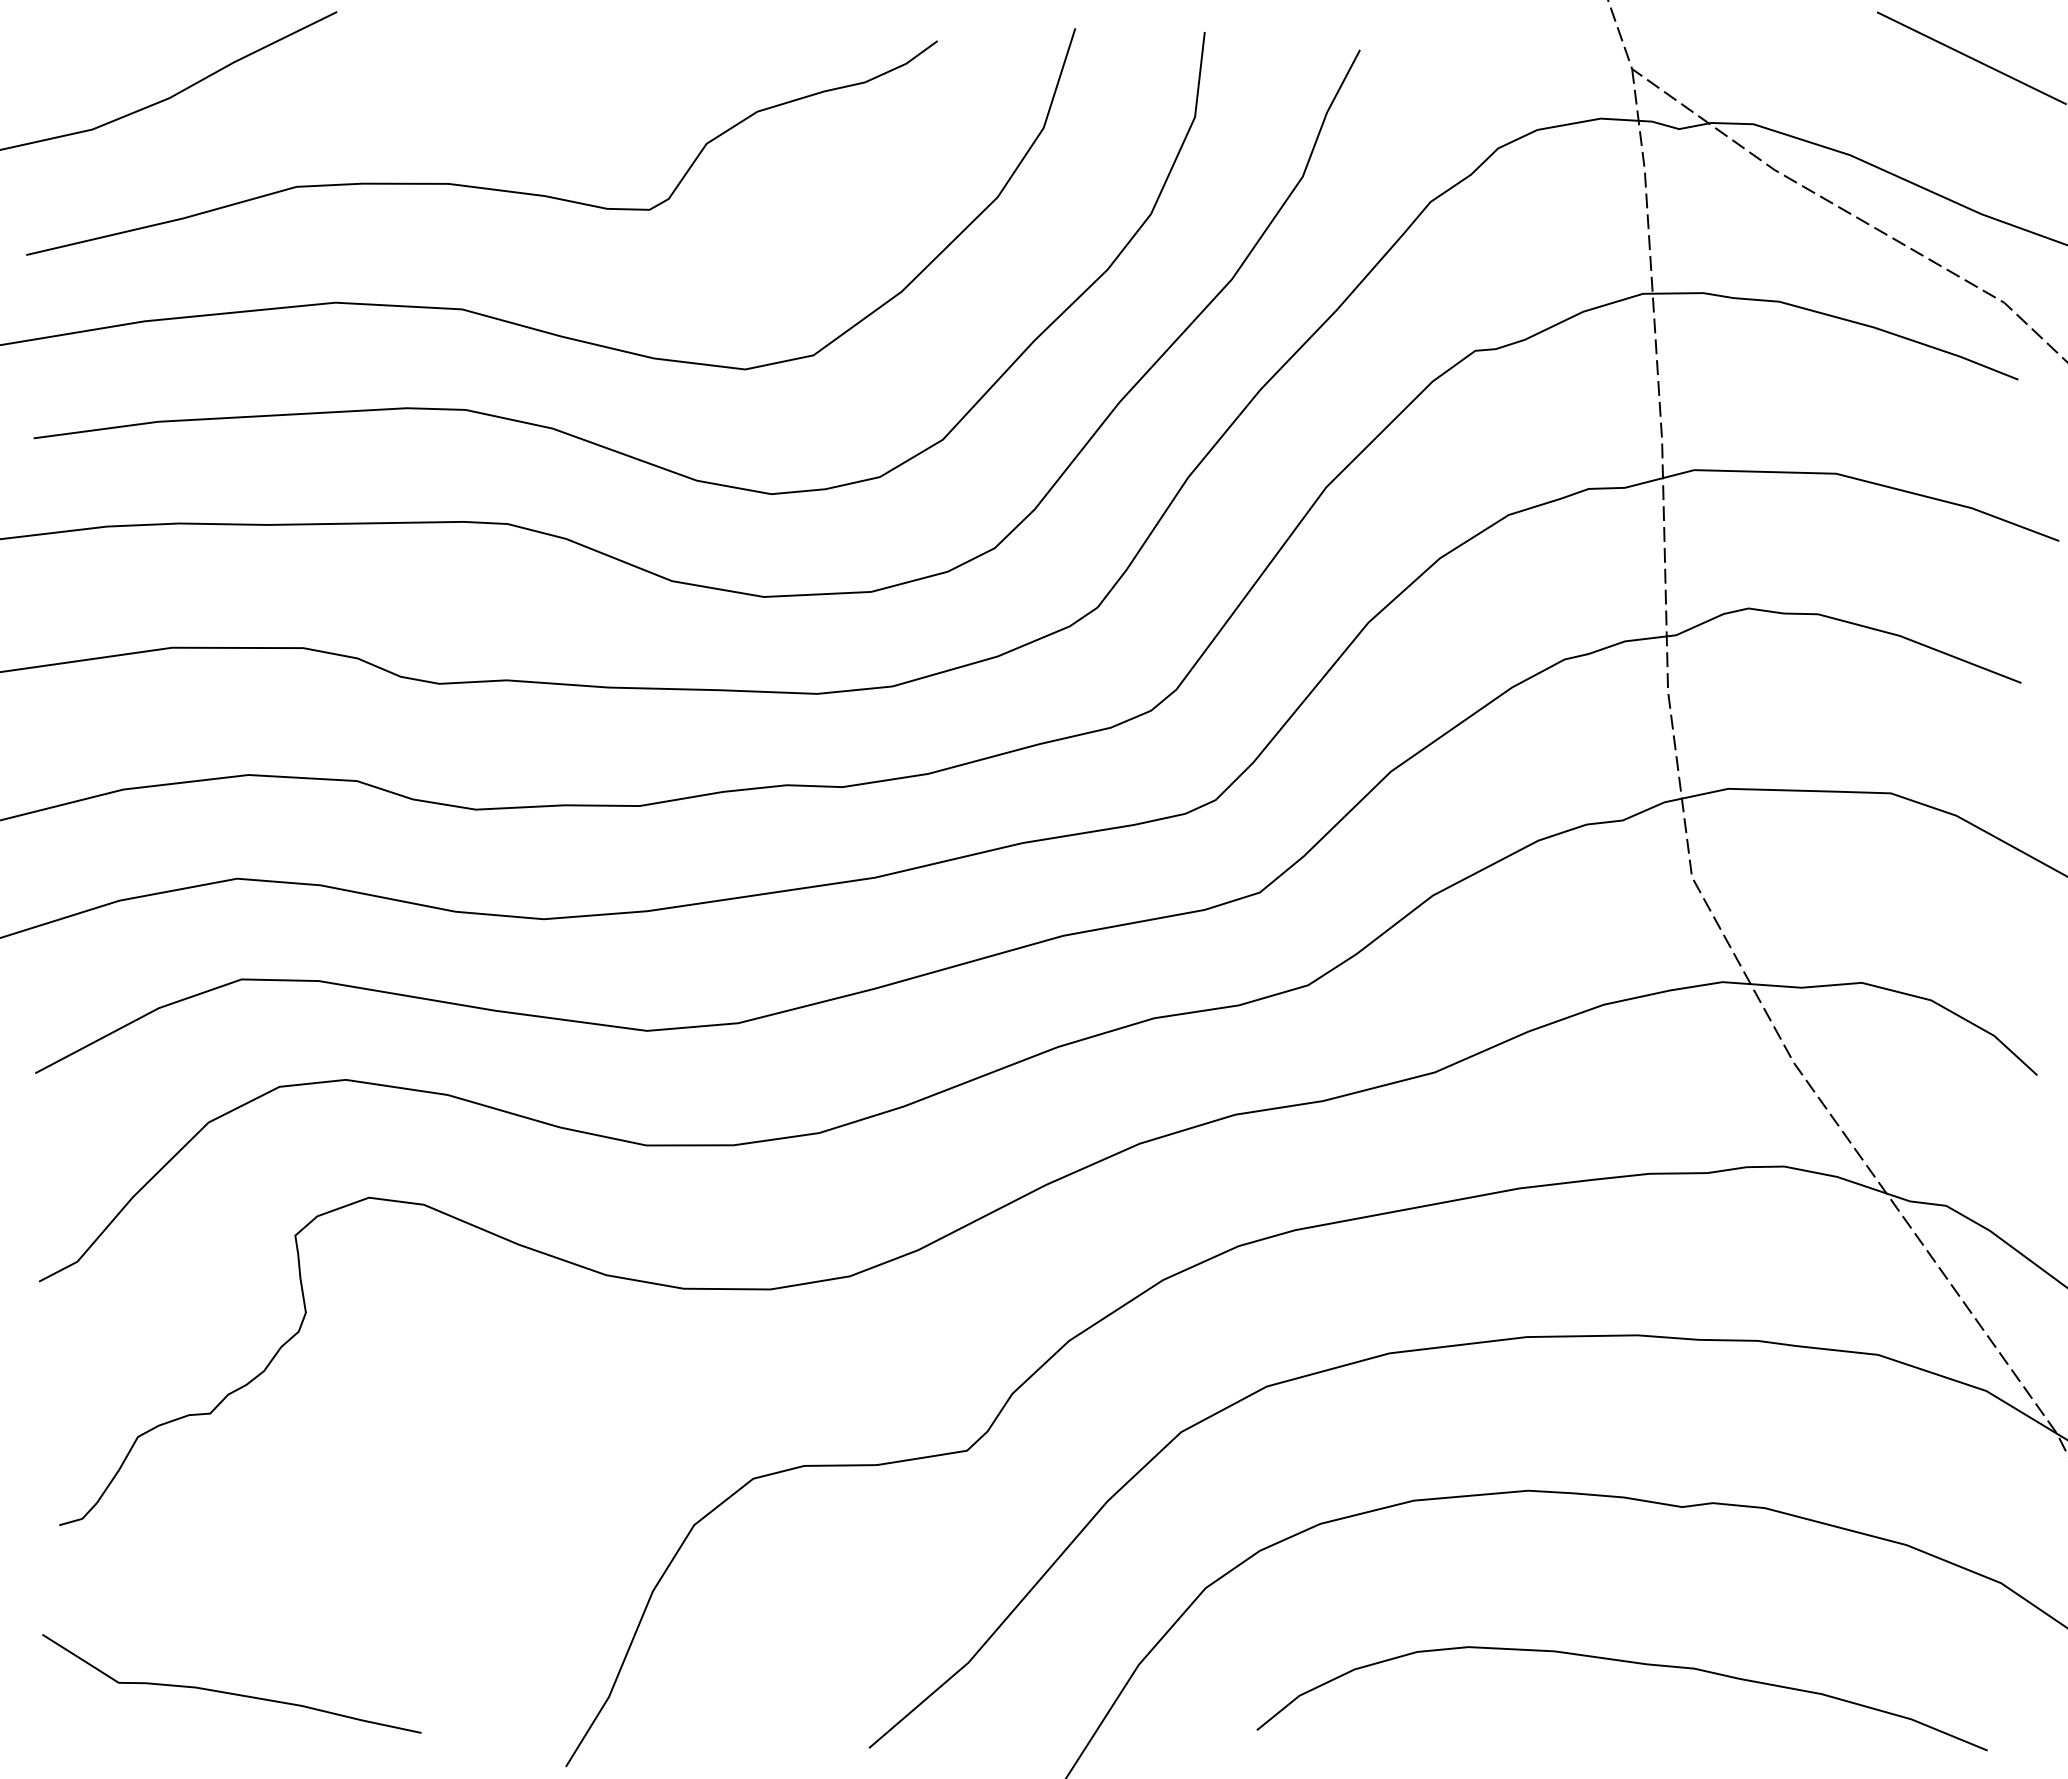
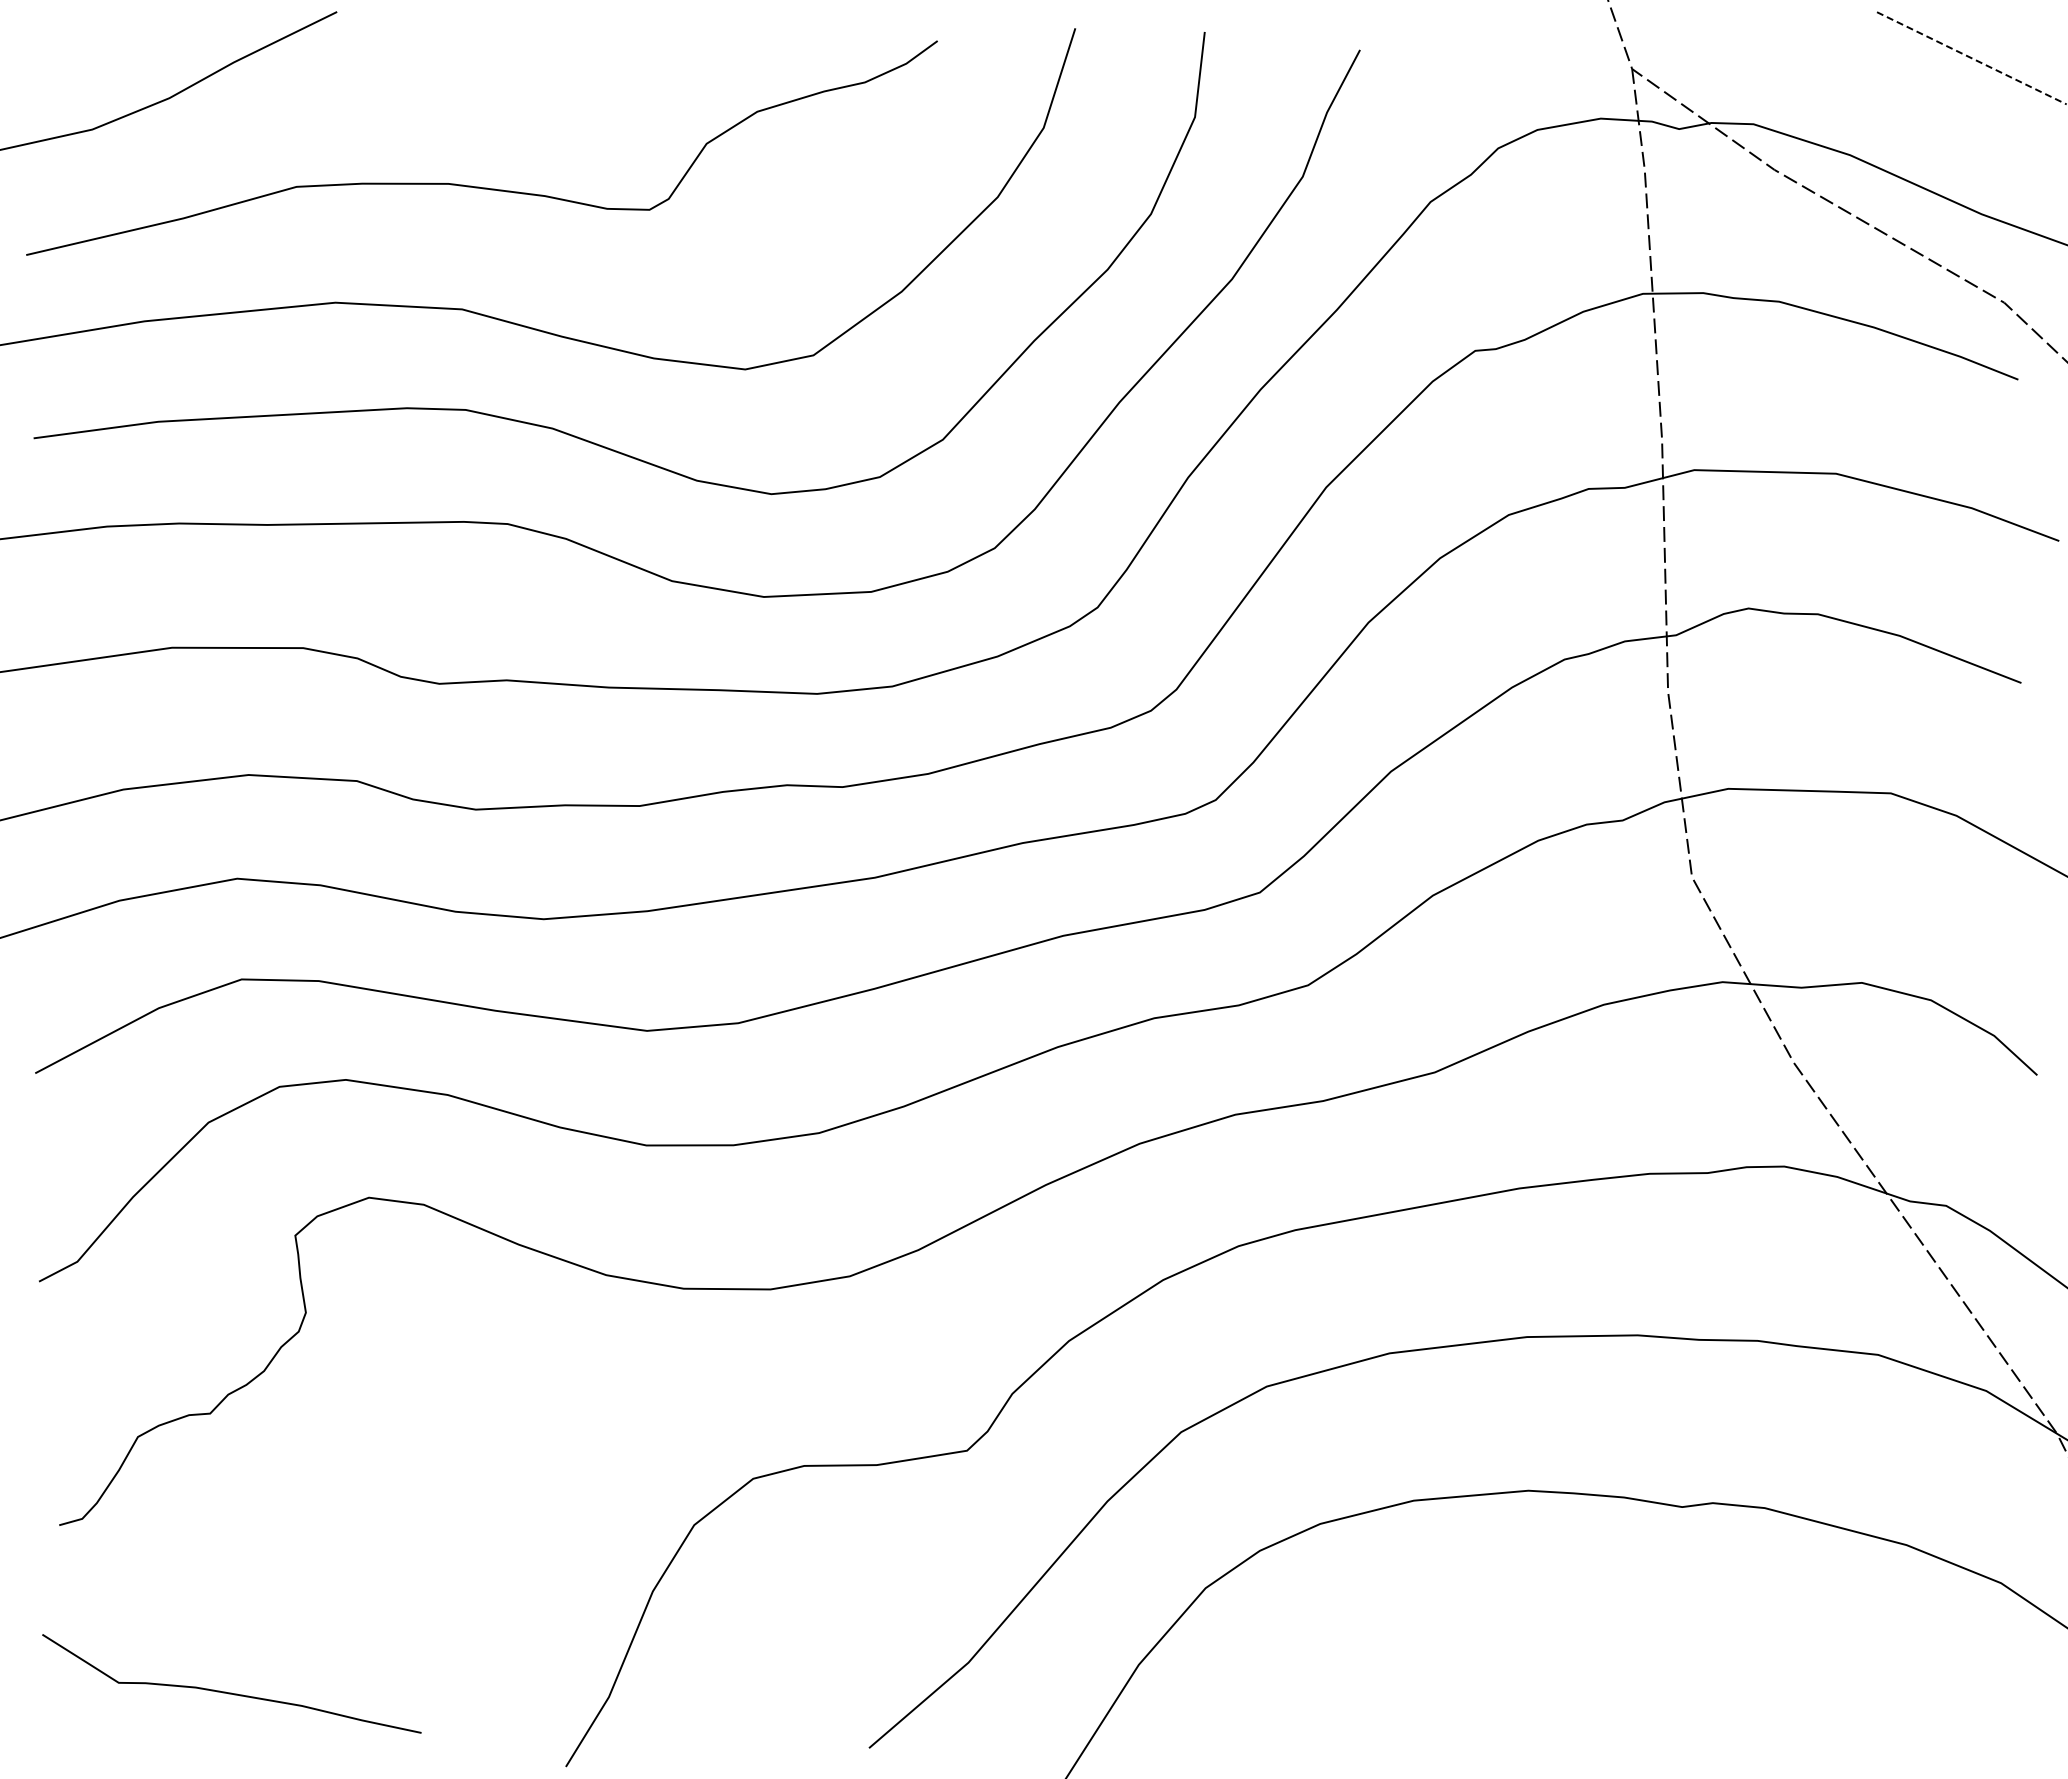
line at (1972, 58): solid -> dashed
curve at (1624, 1662): present -> none
